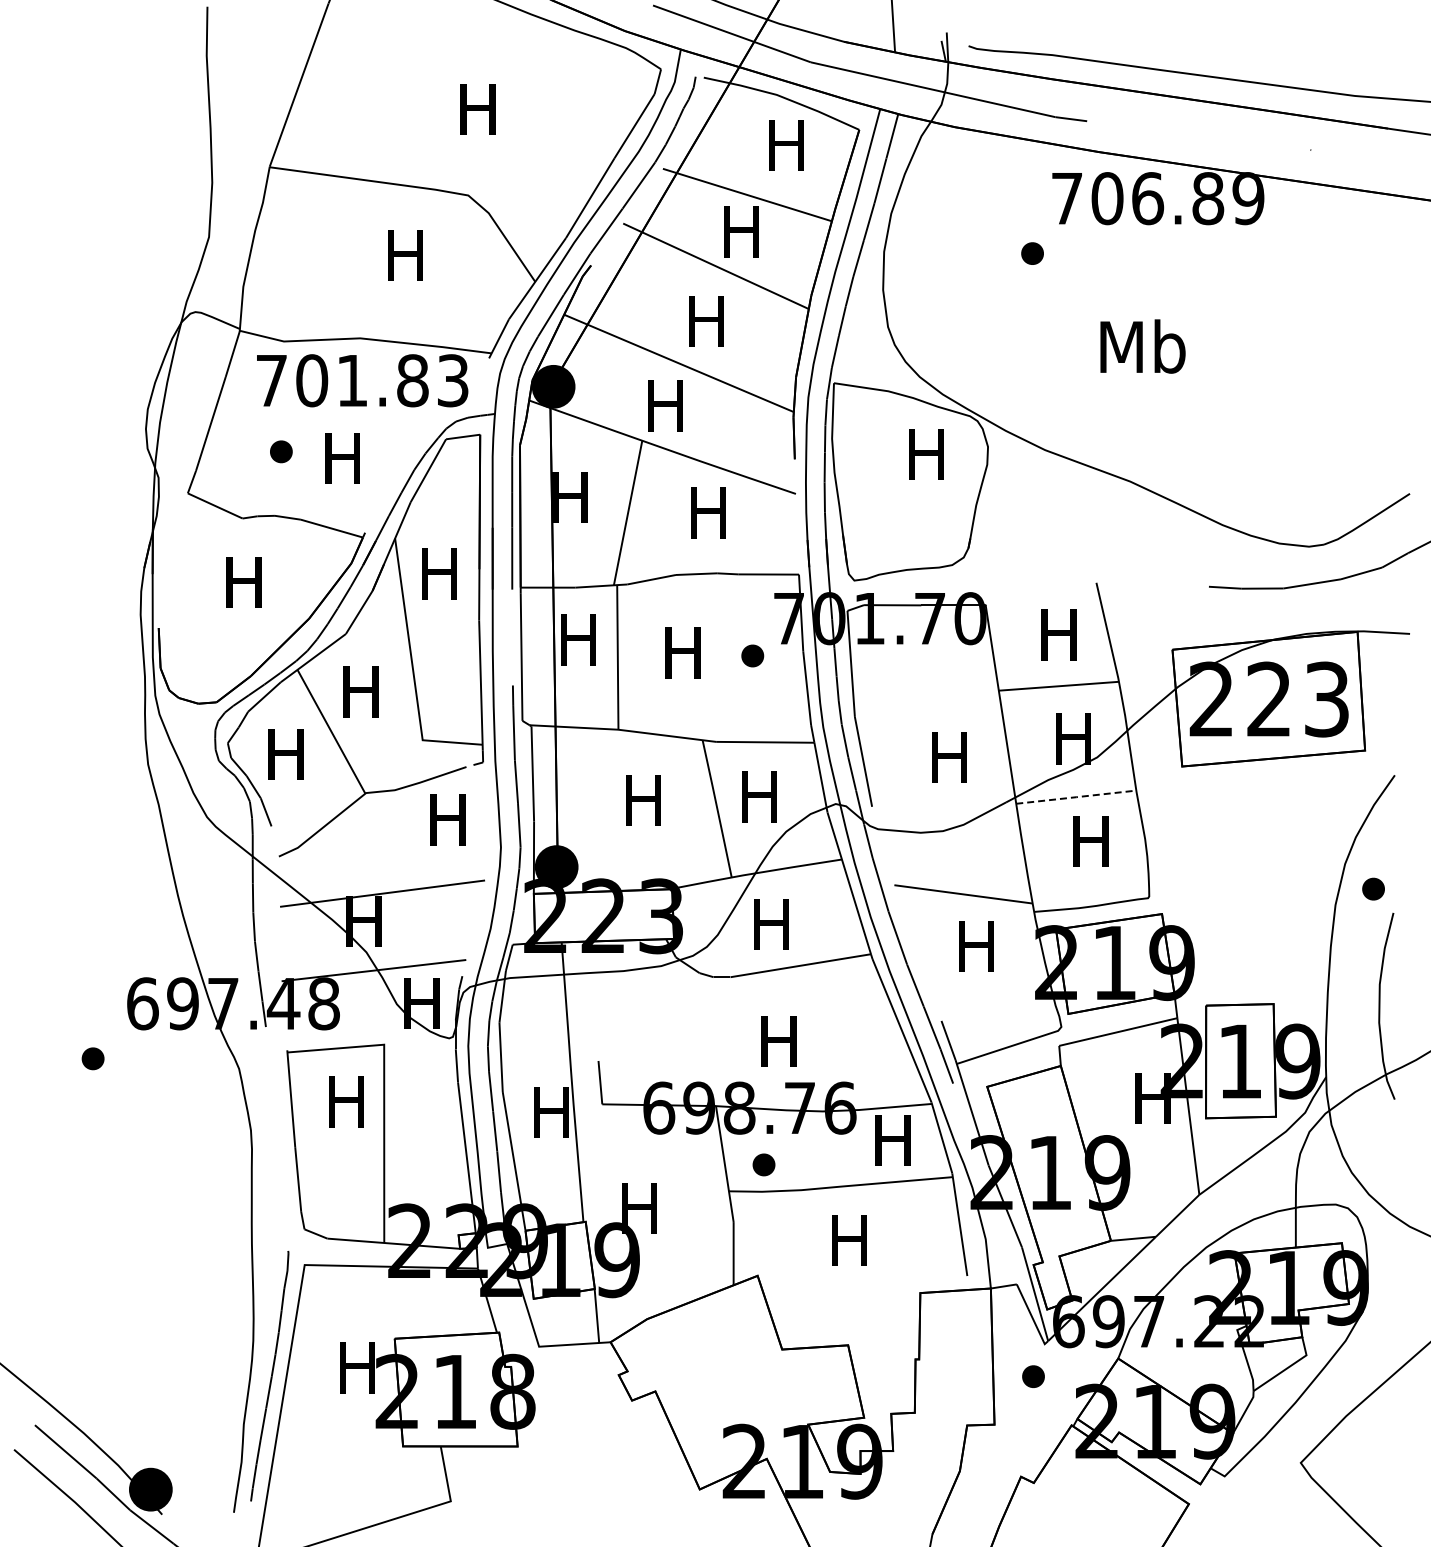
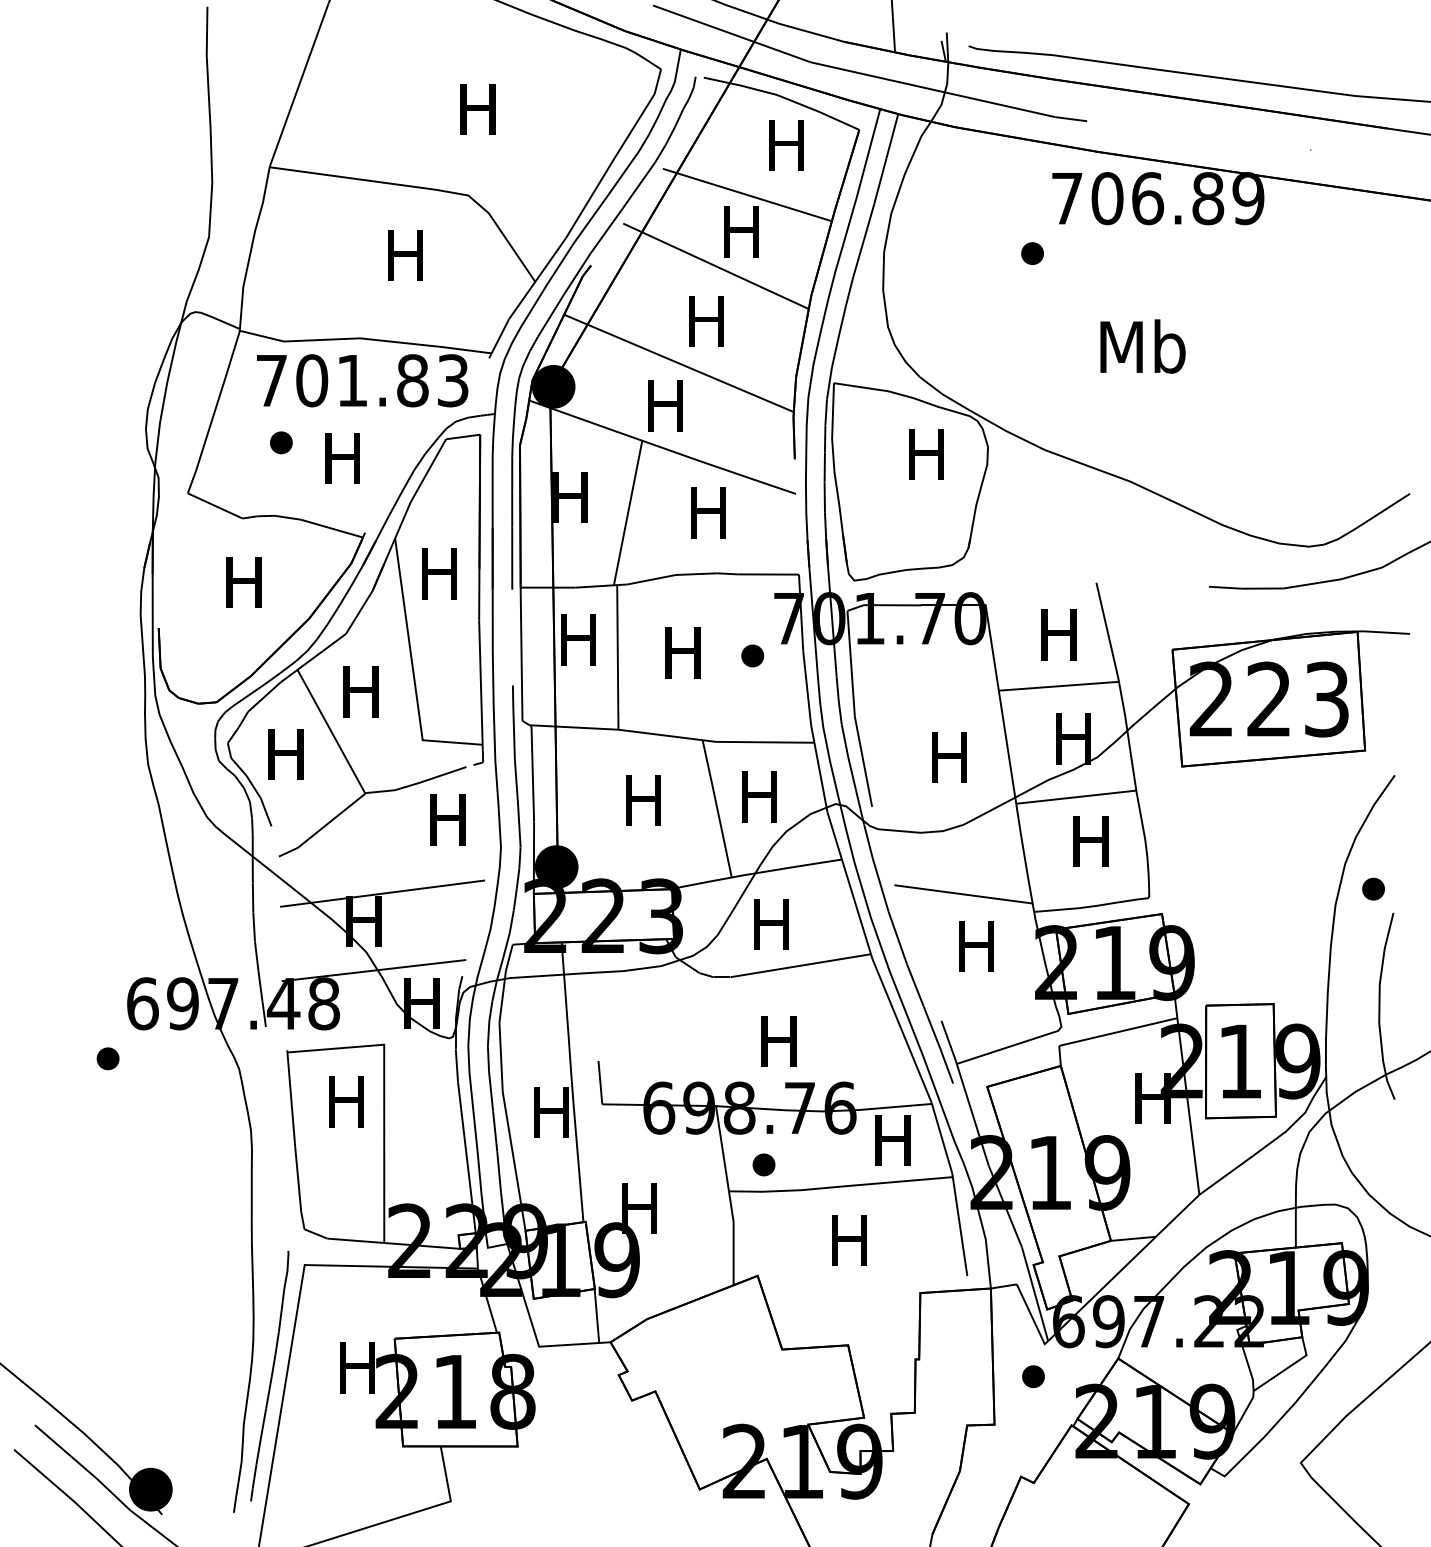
part at (281, 451) position: (281, 451) -> (281, 442)
line at (1076, 797): dashed -> solid
part at (92, 1058) position: (92, 1058) -> (107, 1058)
